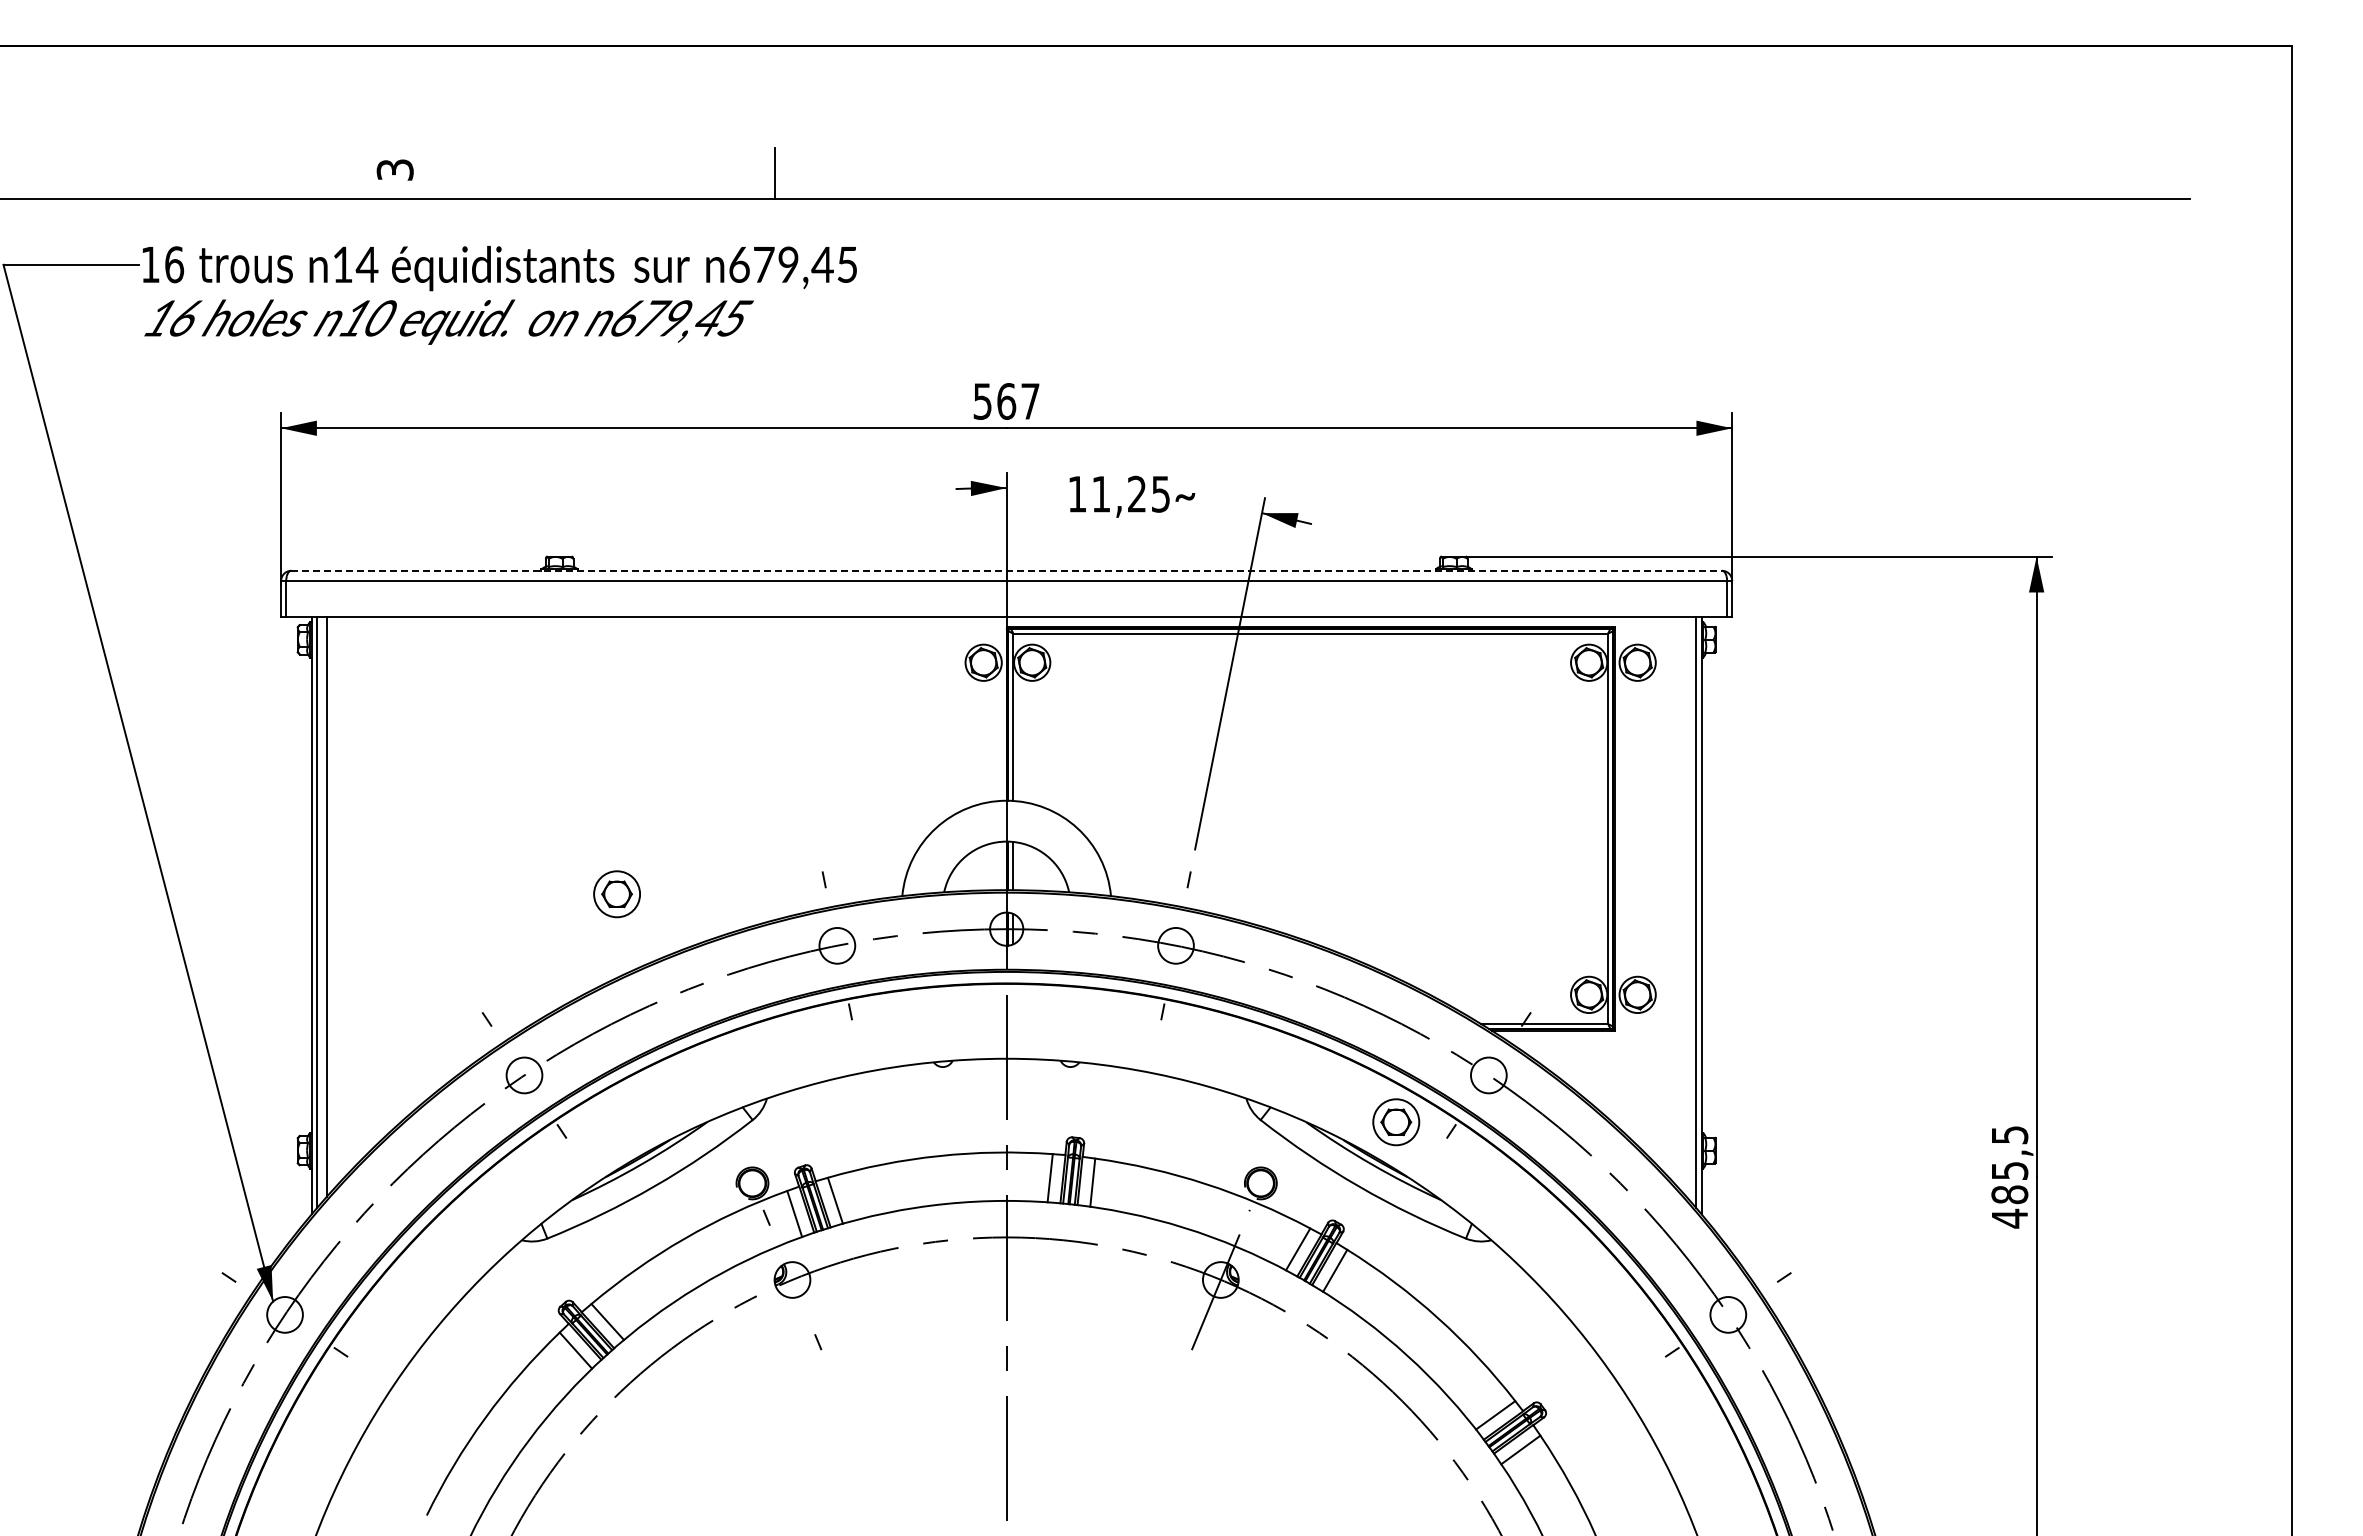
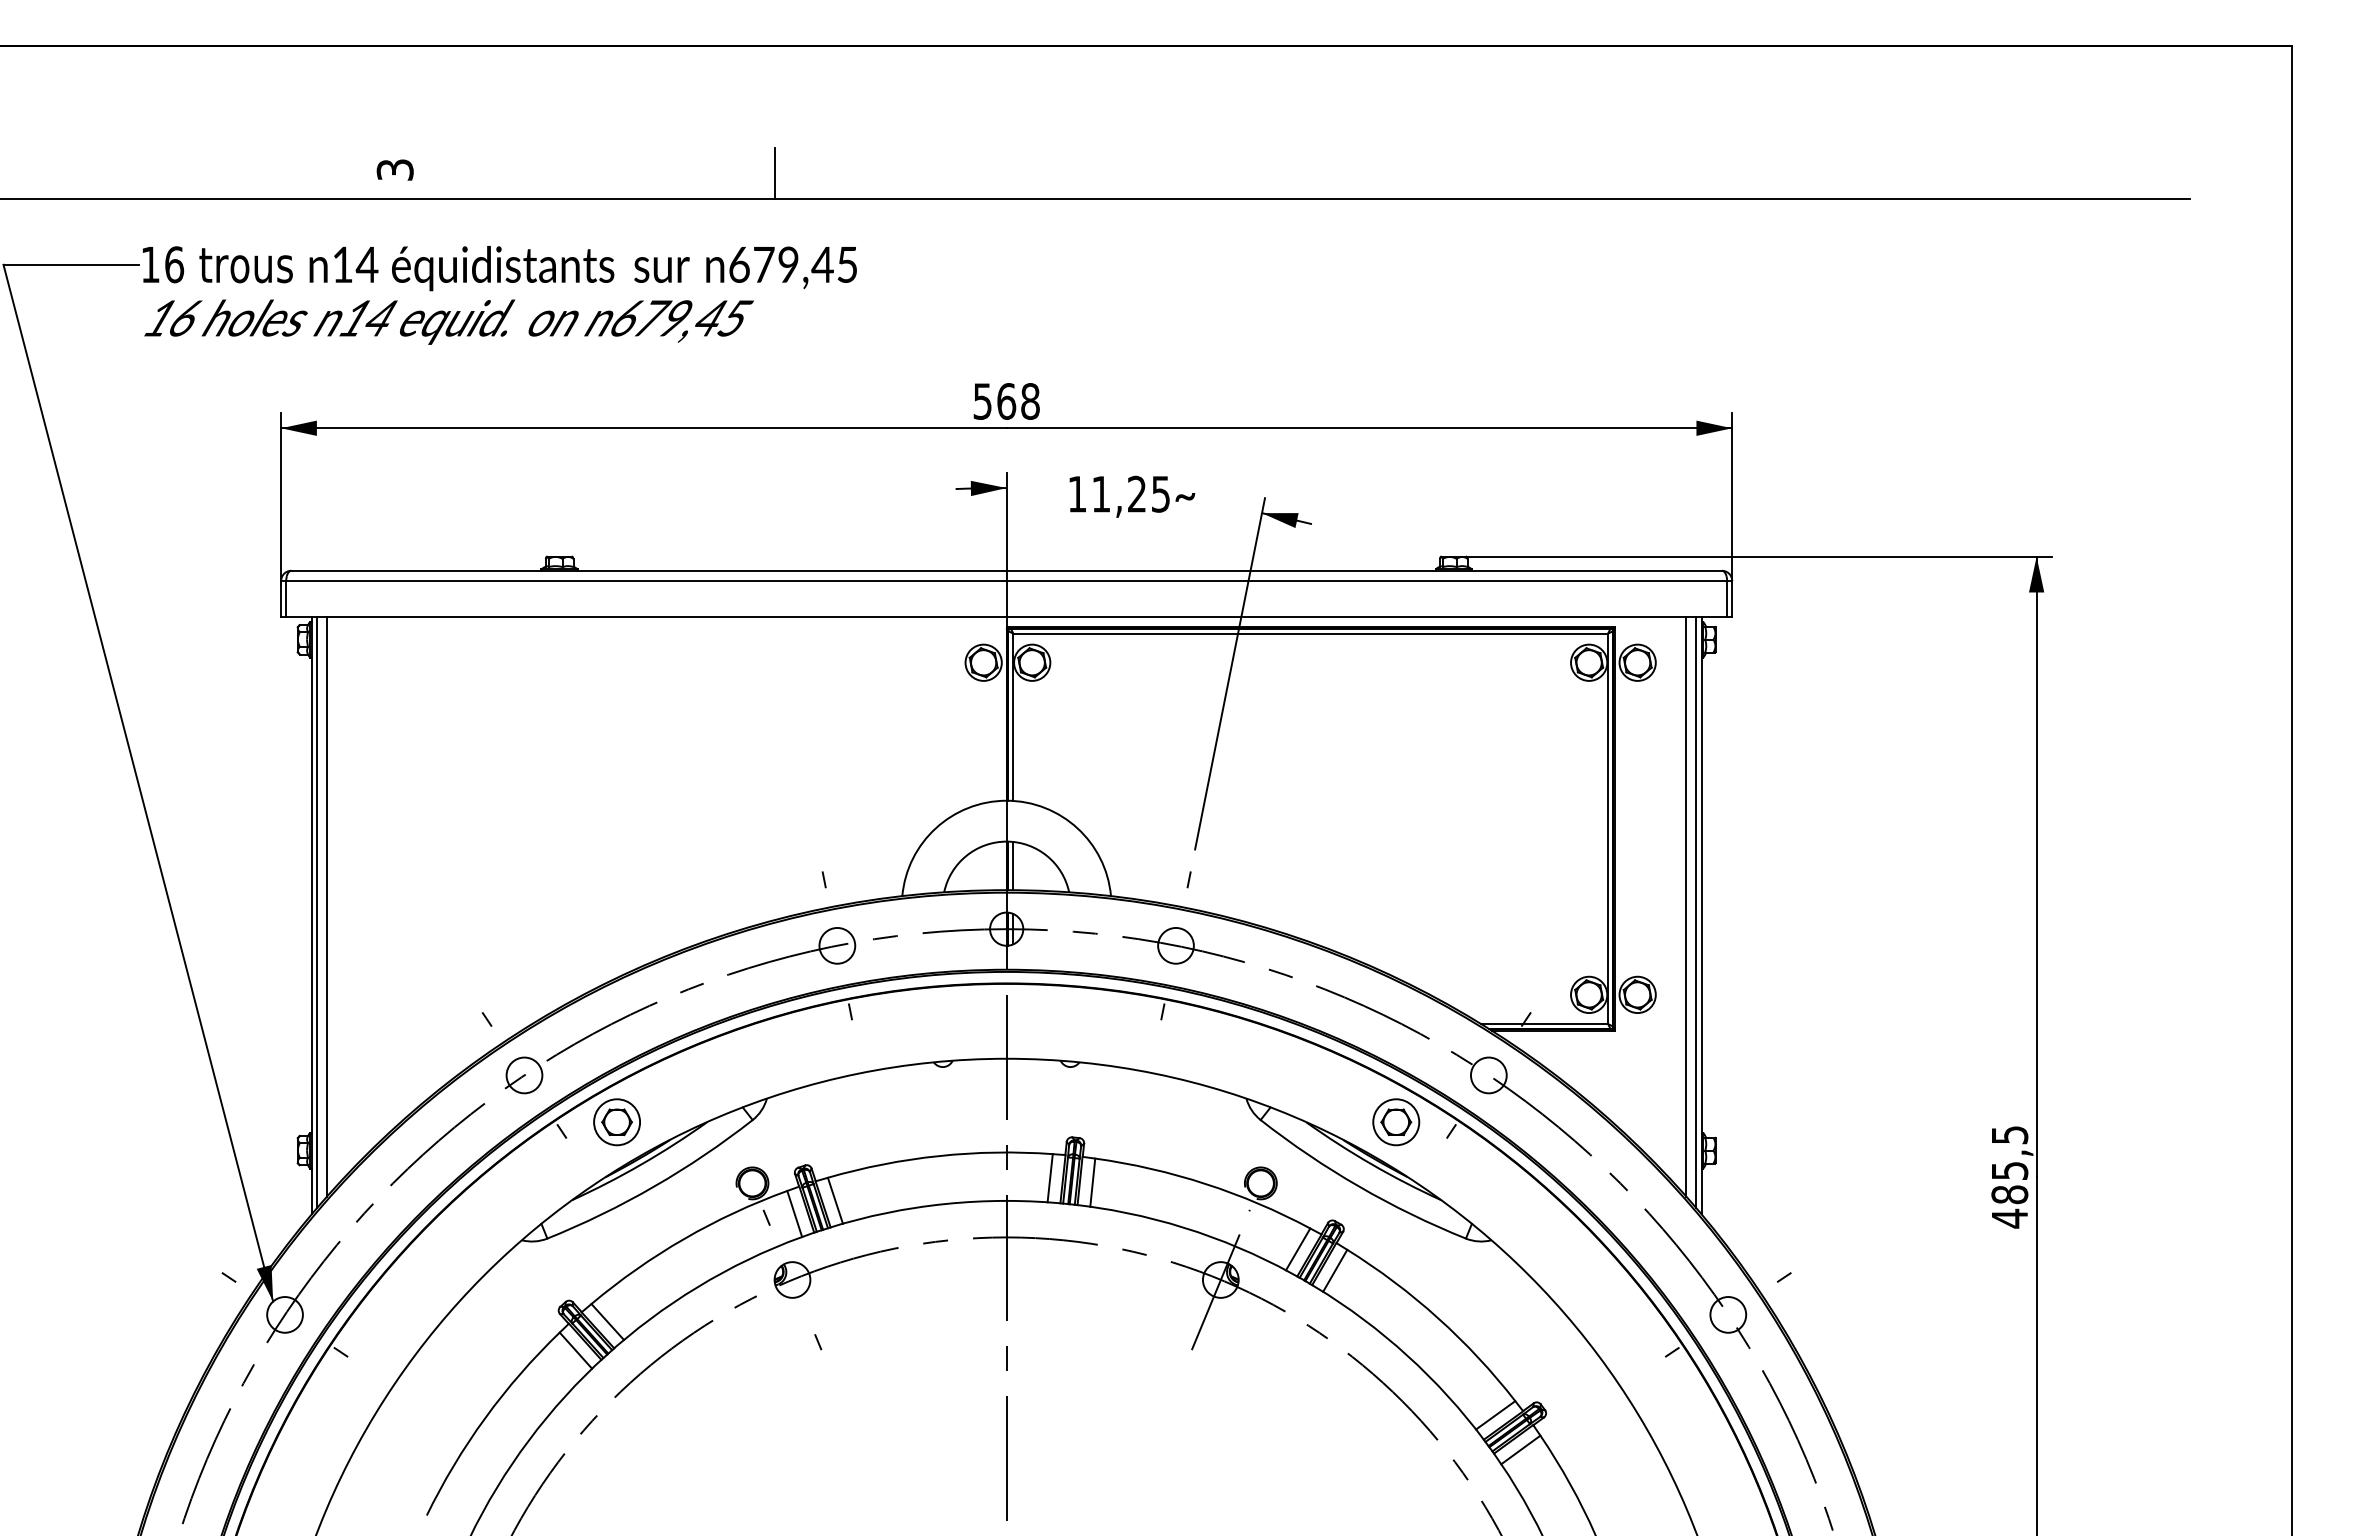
text at (381, 318): 10 -> 14
text at (1030, 401): 567 -> 568
line at (1007, 570): dashed -> solid
part at (616, 894) position: (616, 894) -> (616, 1122)
line at (1686, 906): none -> present
